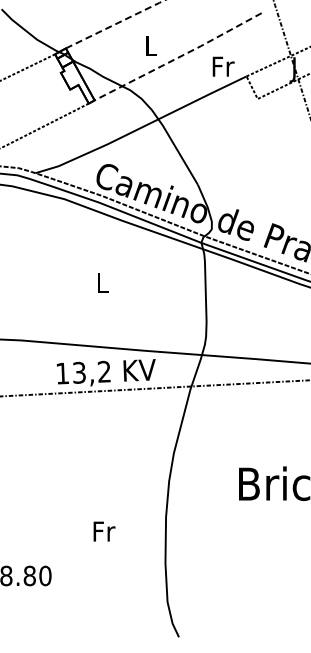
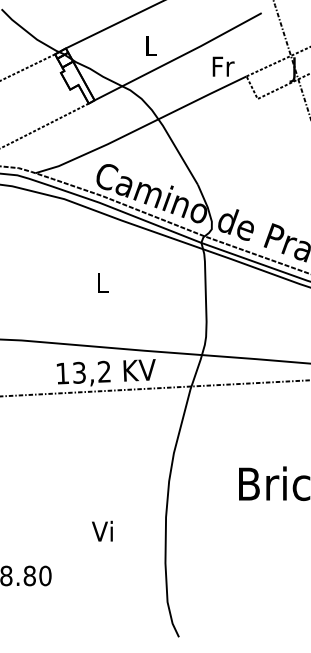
line at (115, 24): dashed -> solid
line at (178, 57): dashed -> solid
text at (103, 530): Fr -> Vi
